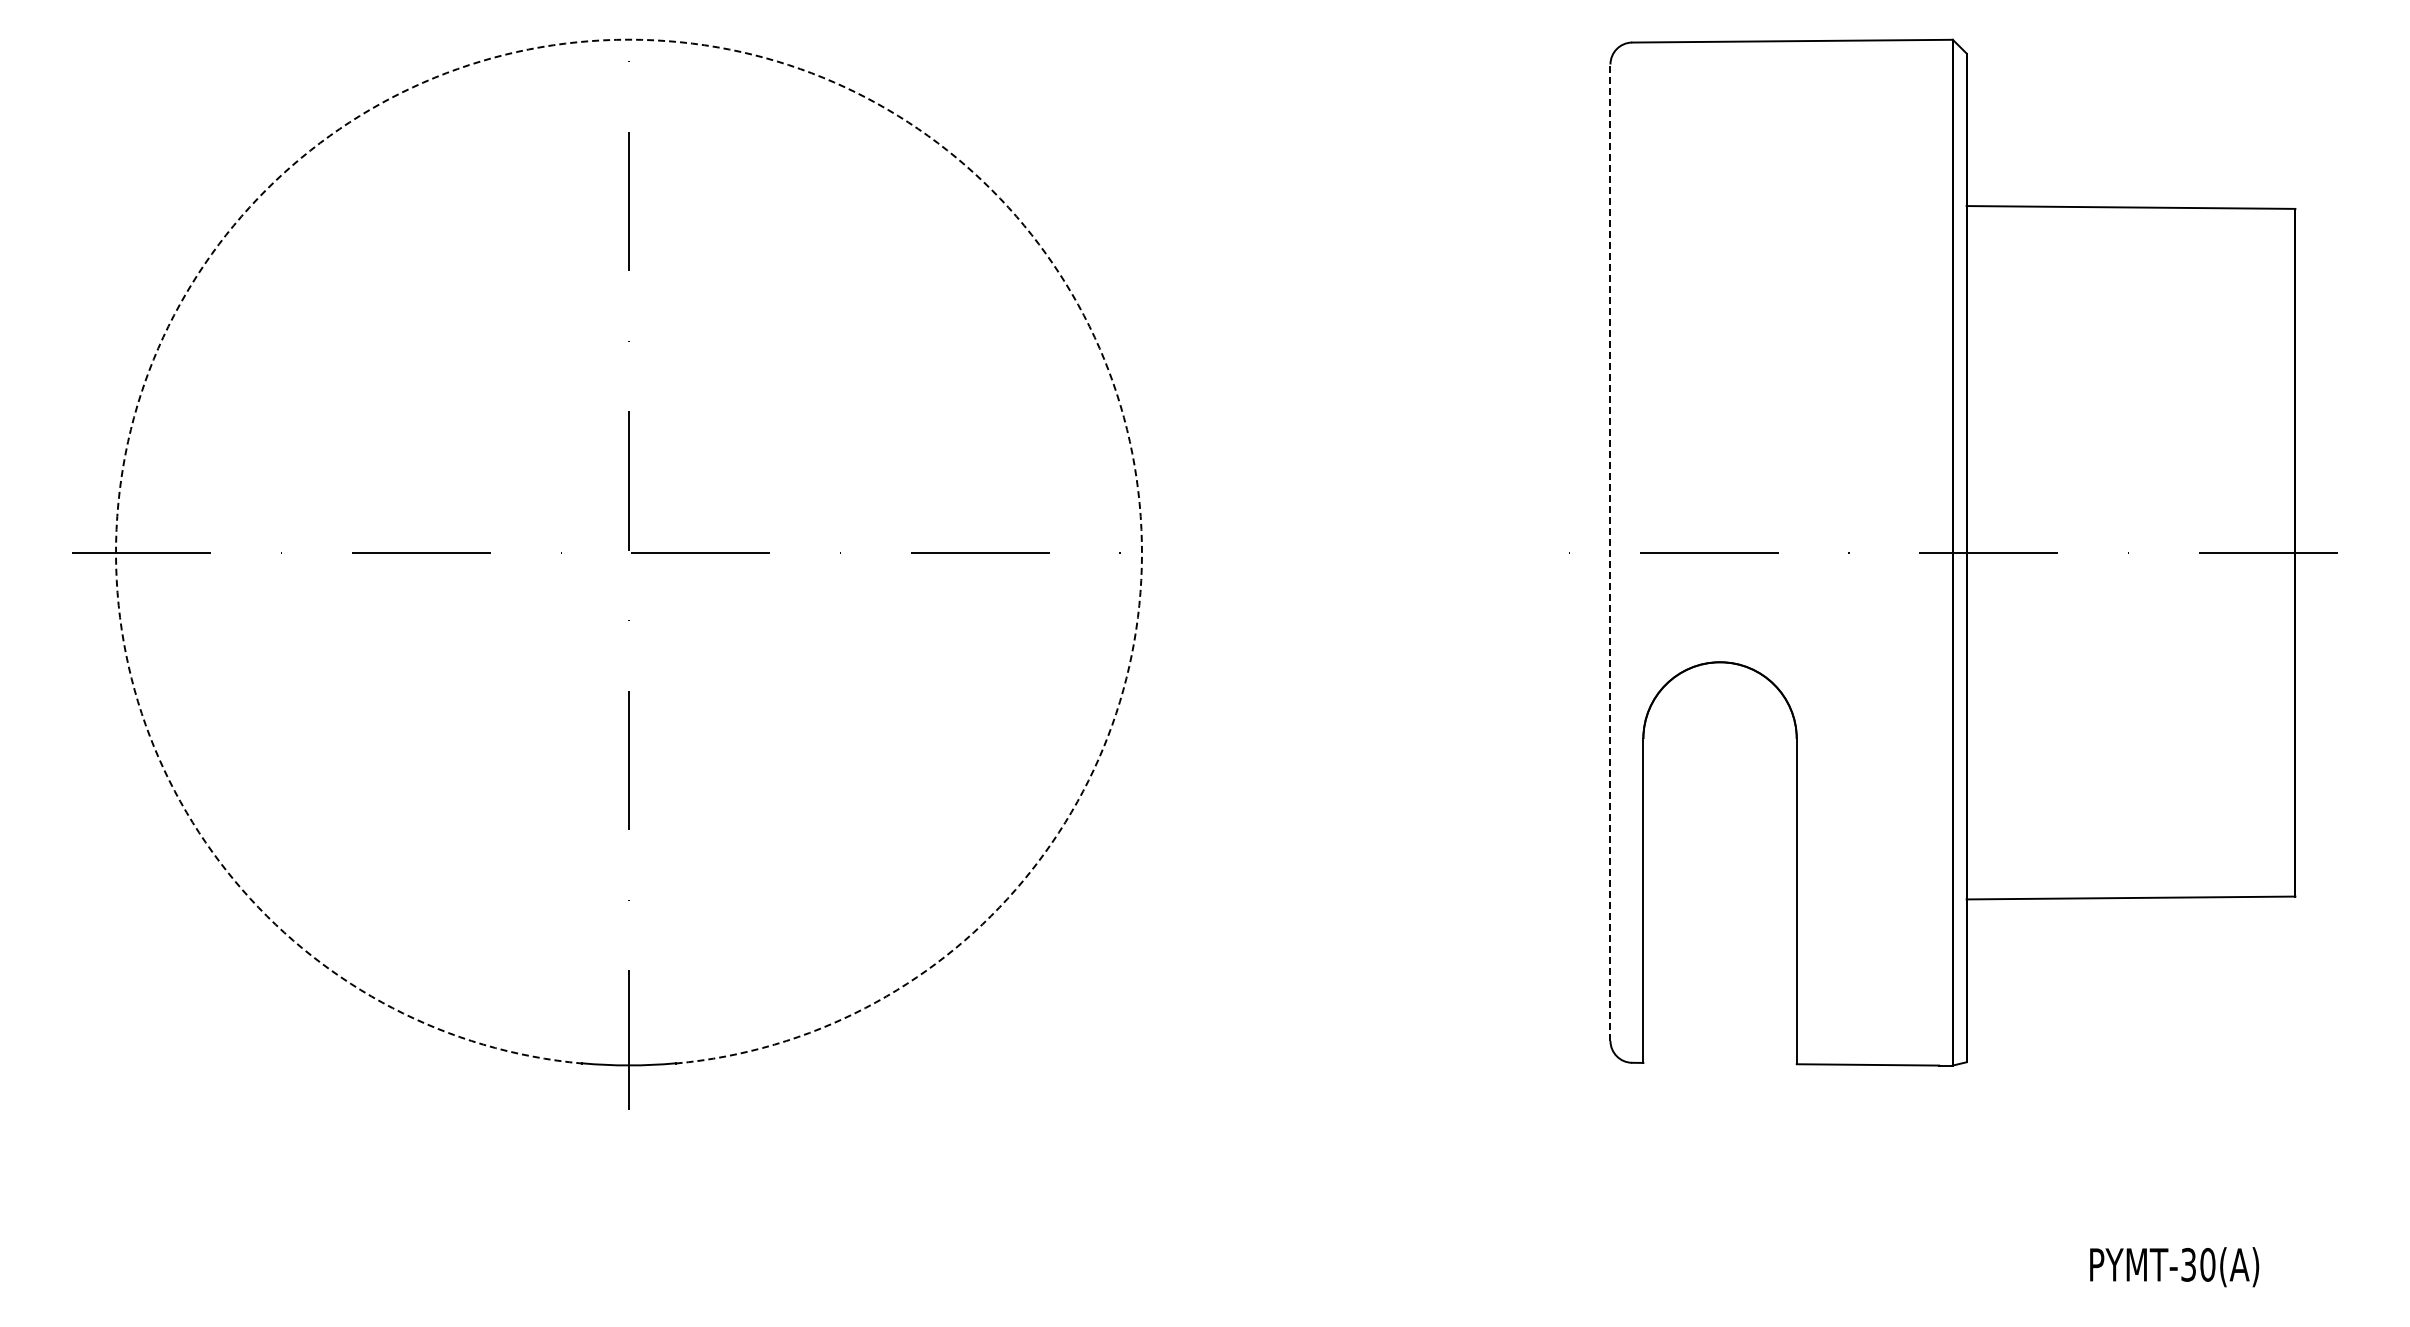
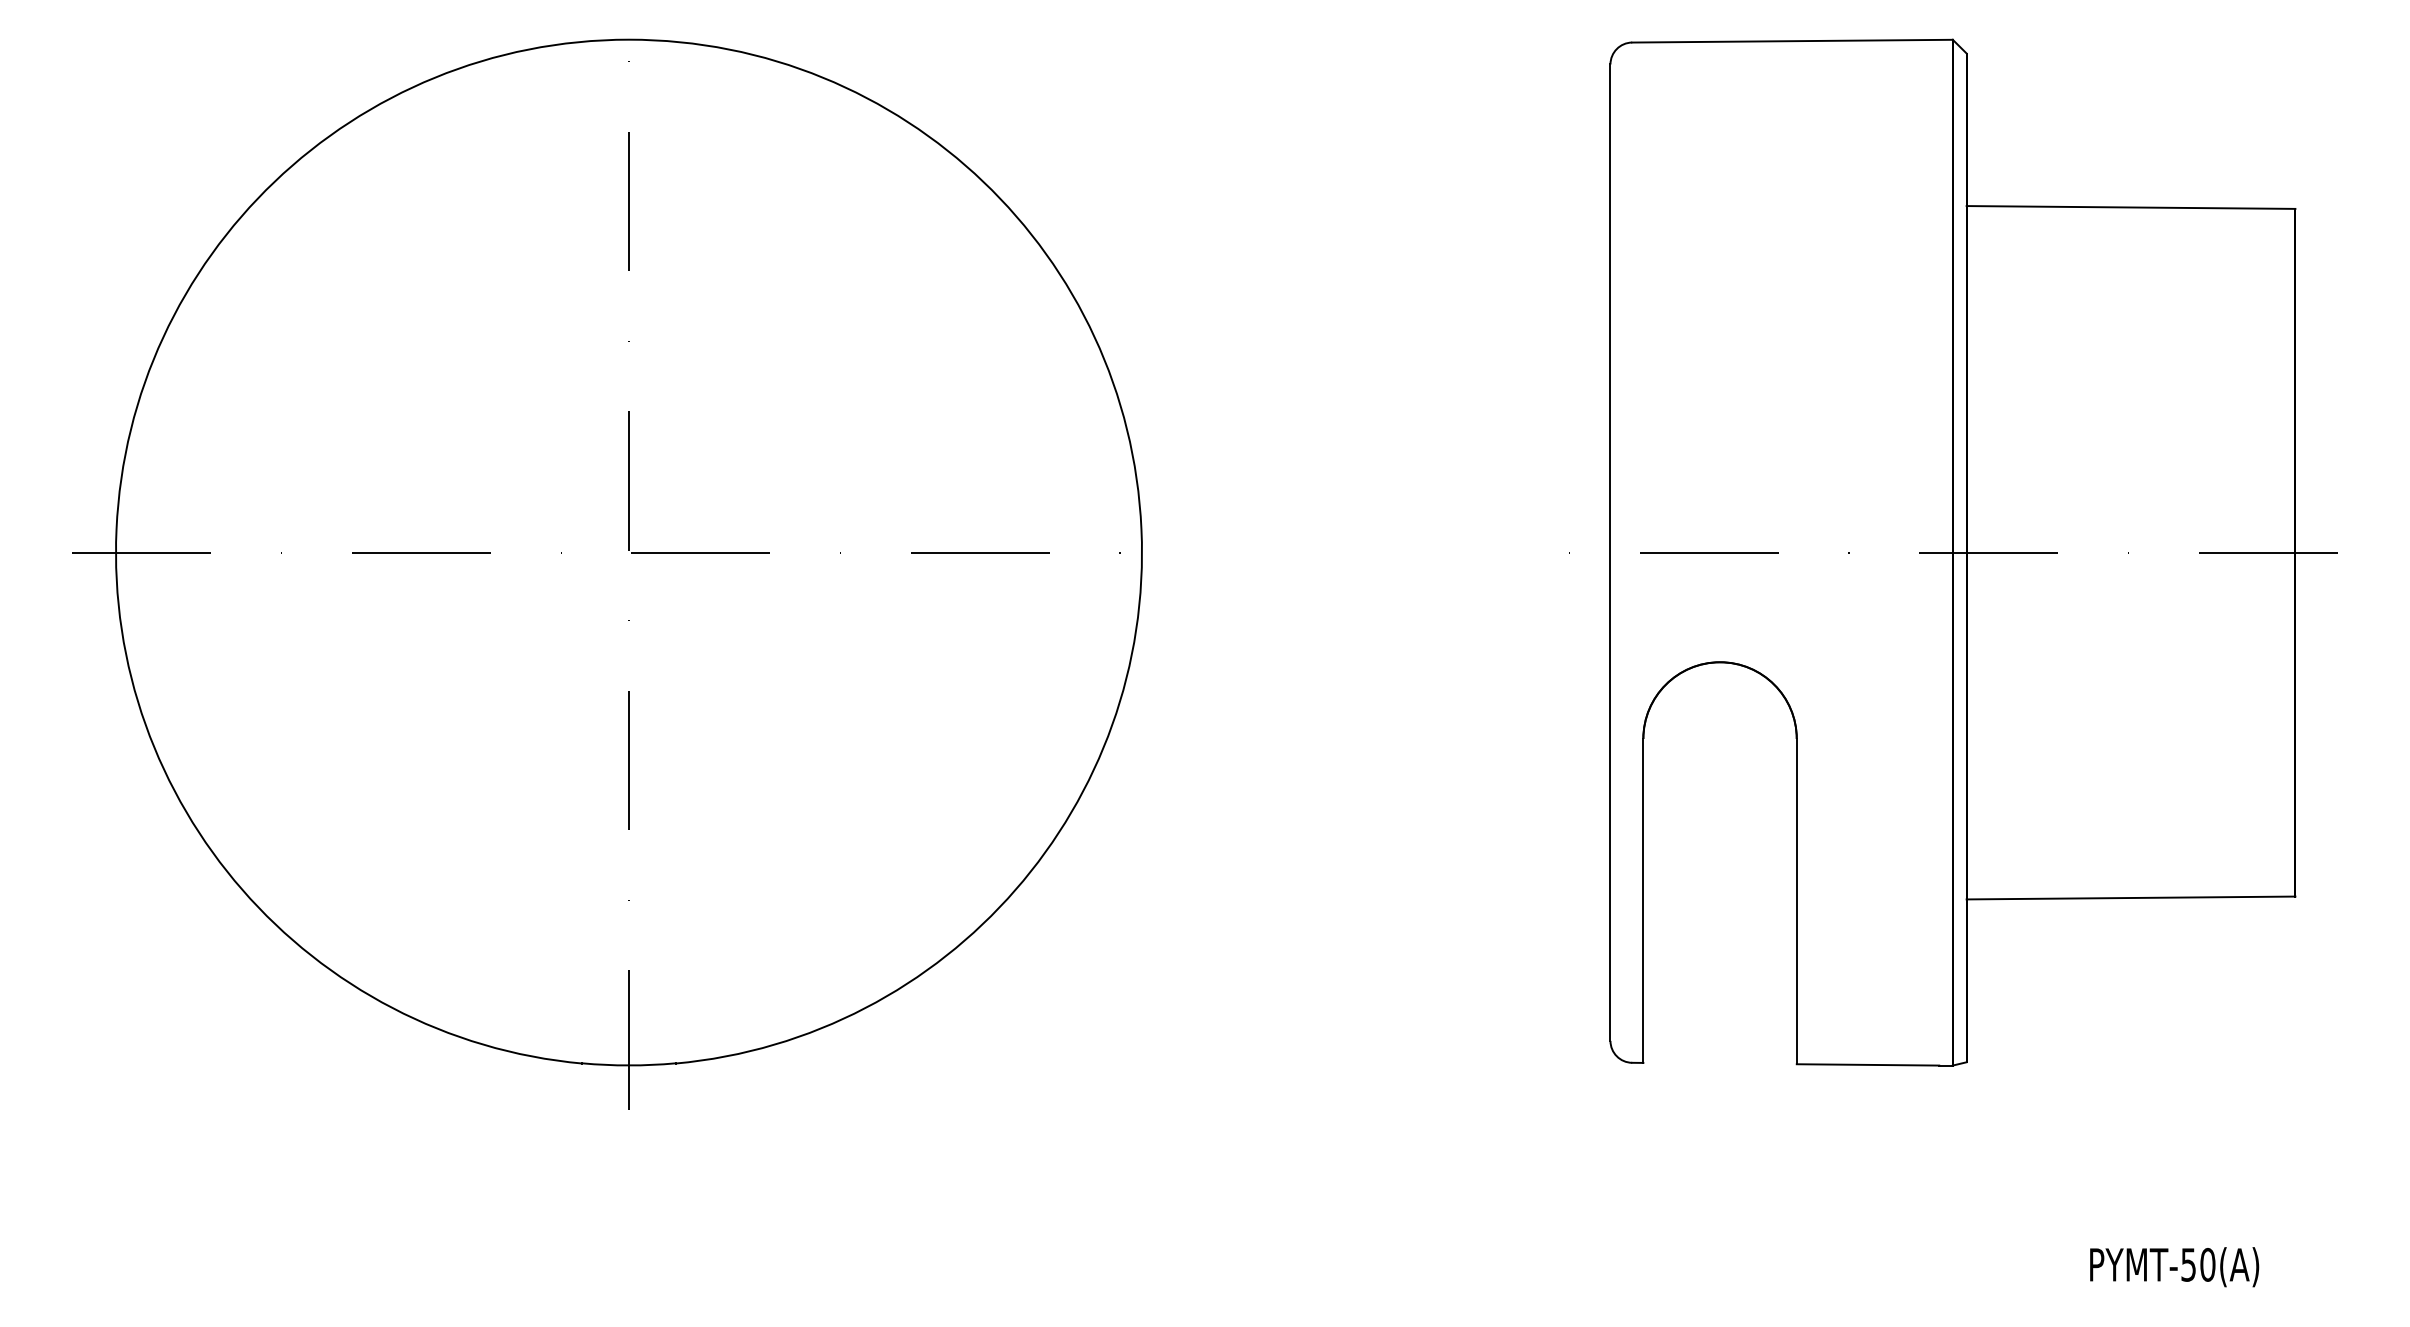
arc at (629, 39): dashed -> solid
line at (1610, 552): dashed -> solid
text at (2188, 1264): PYMT-30(A) -> PYMT-50(A)
